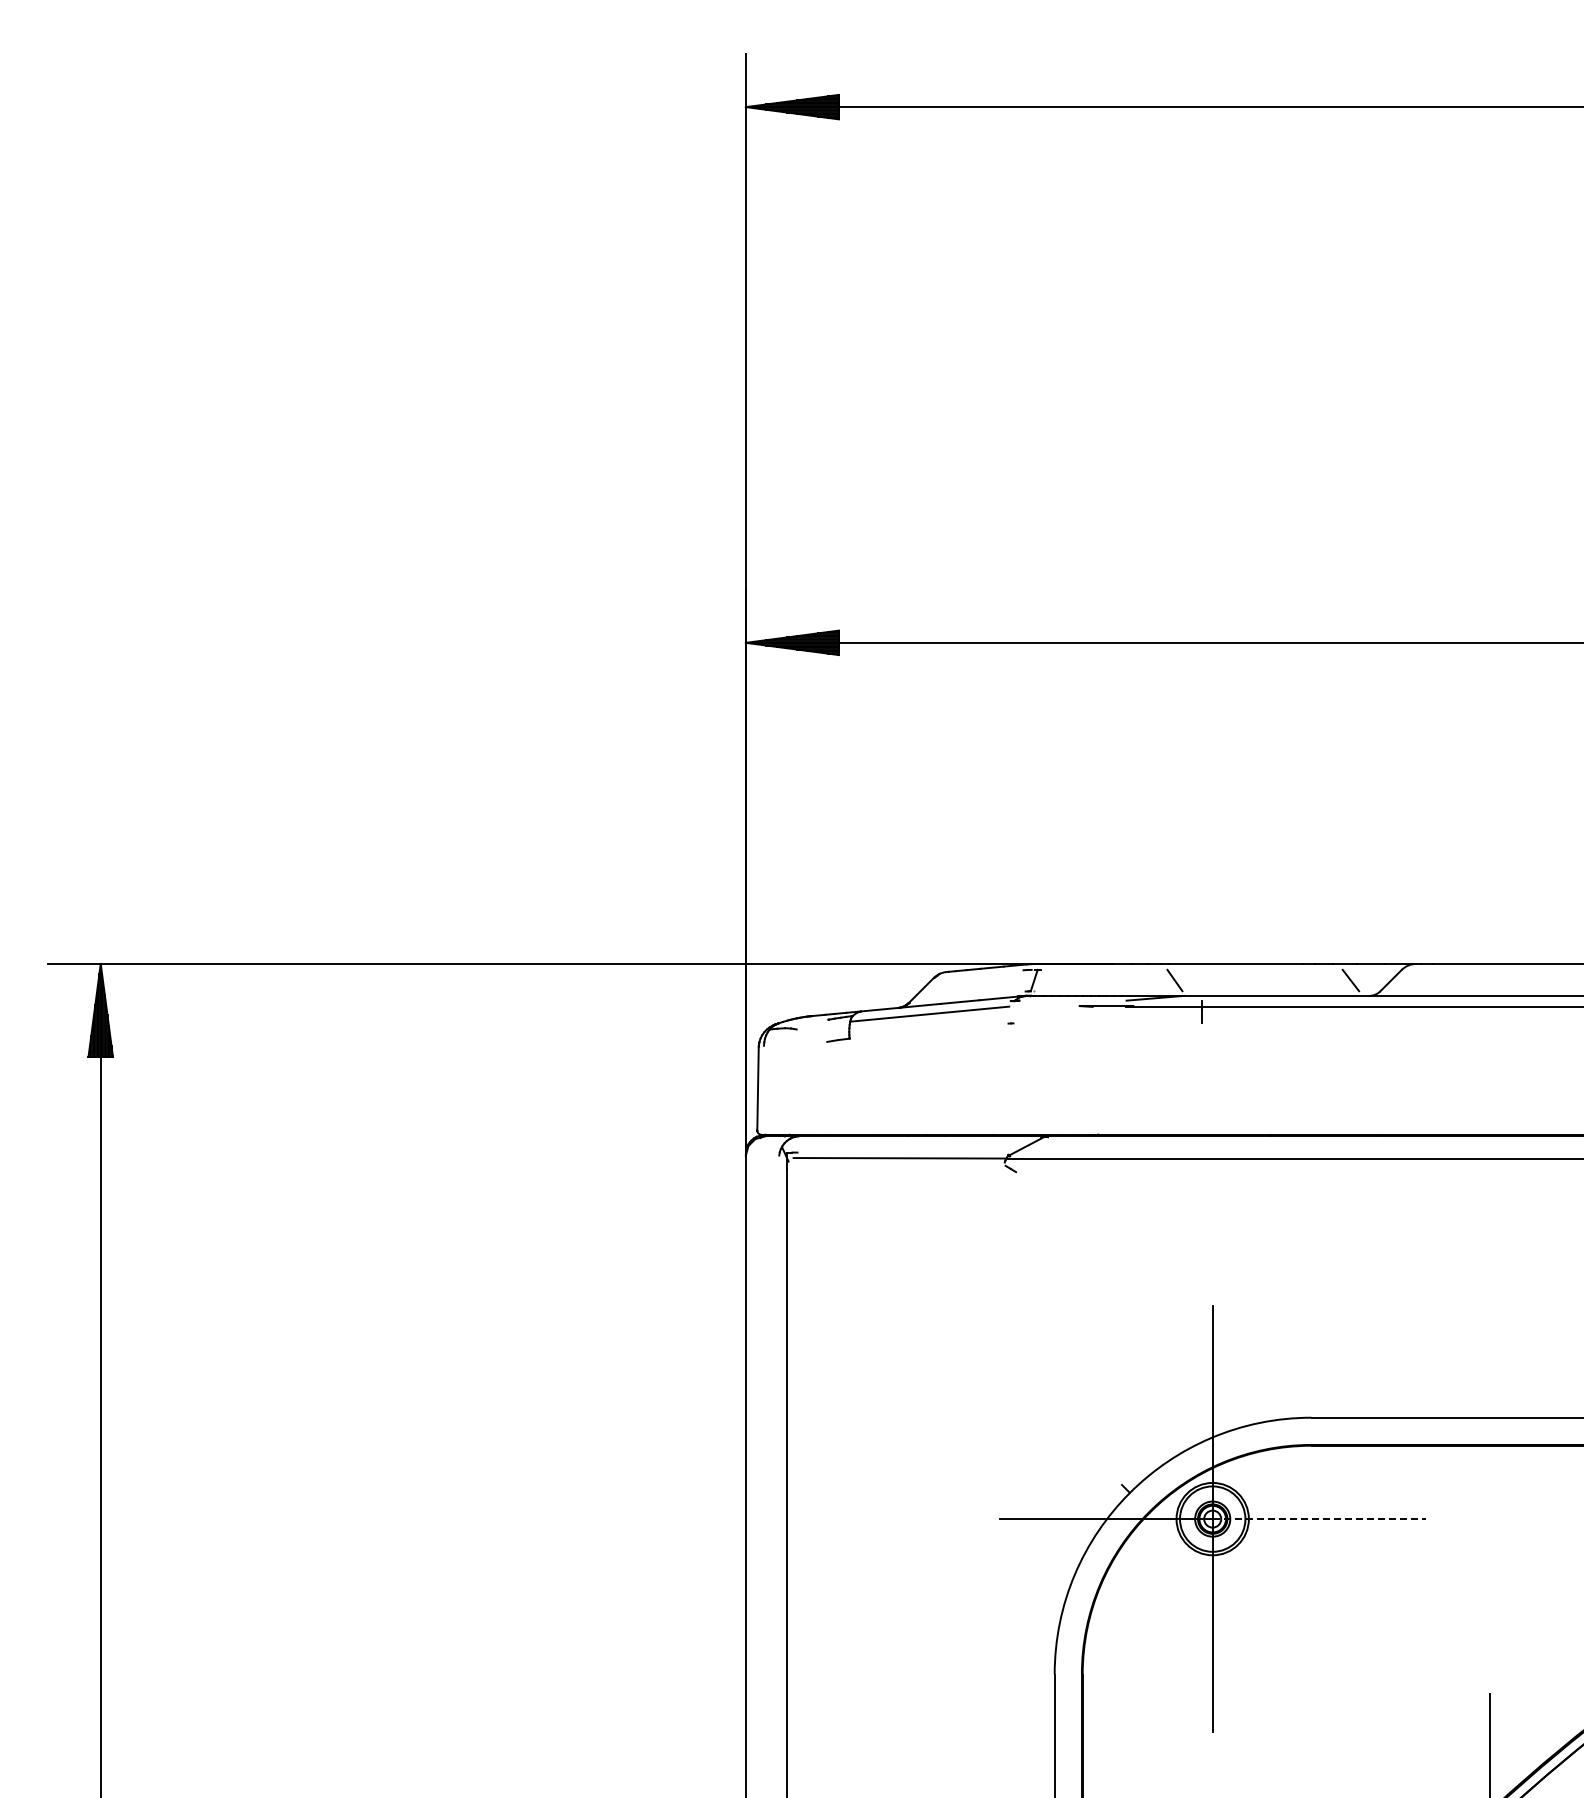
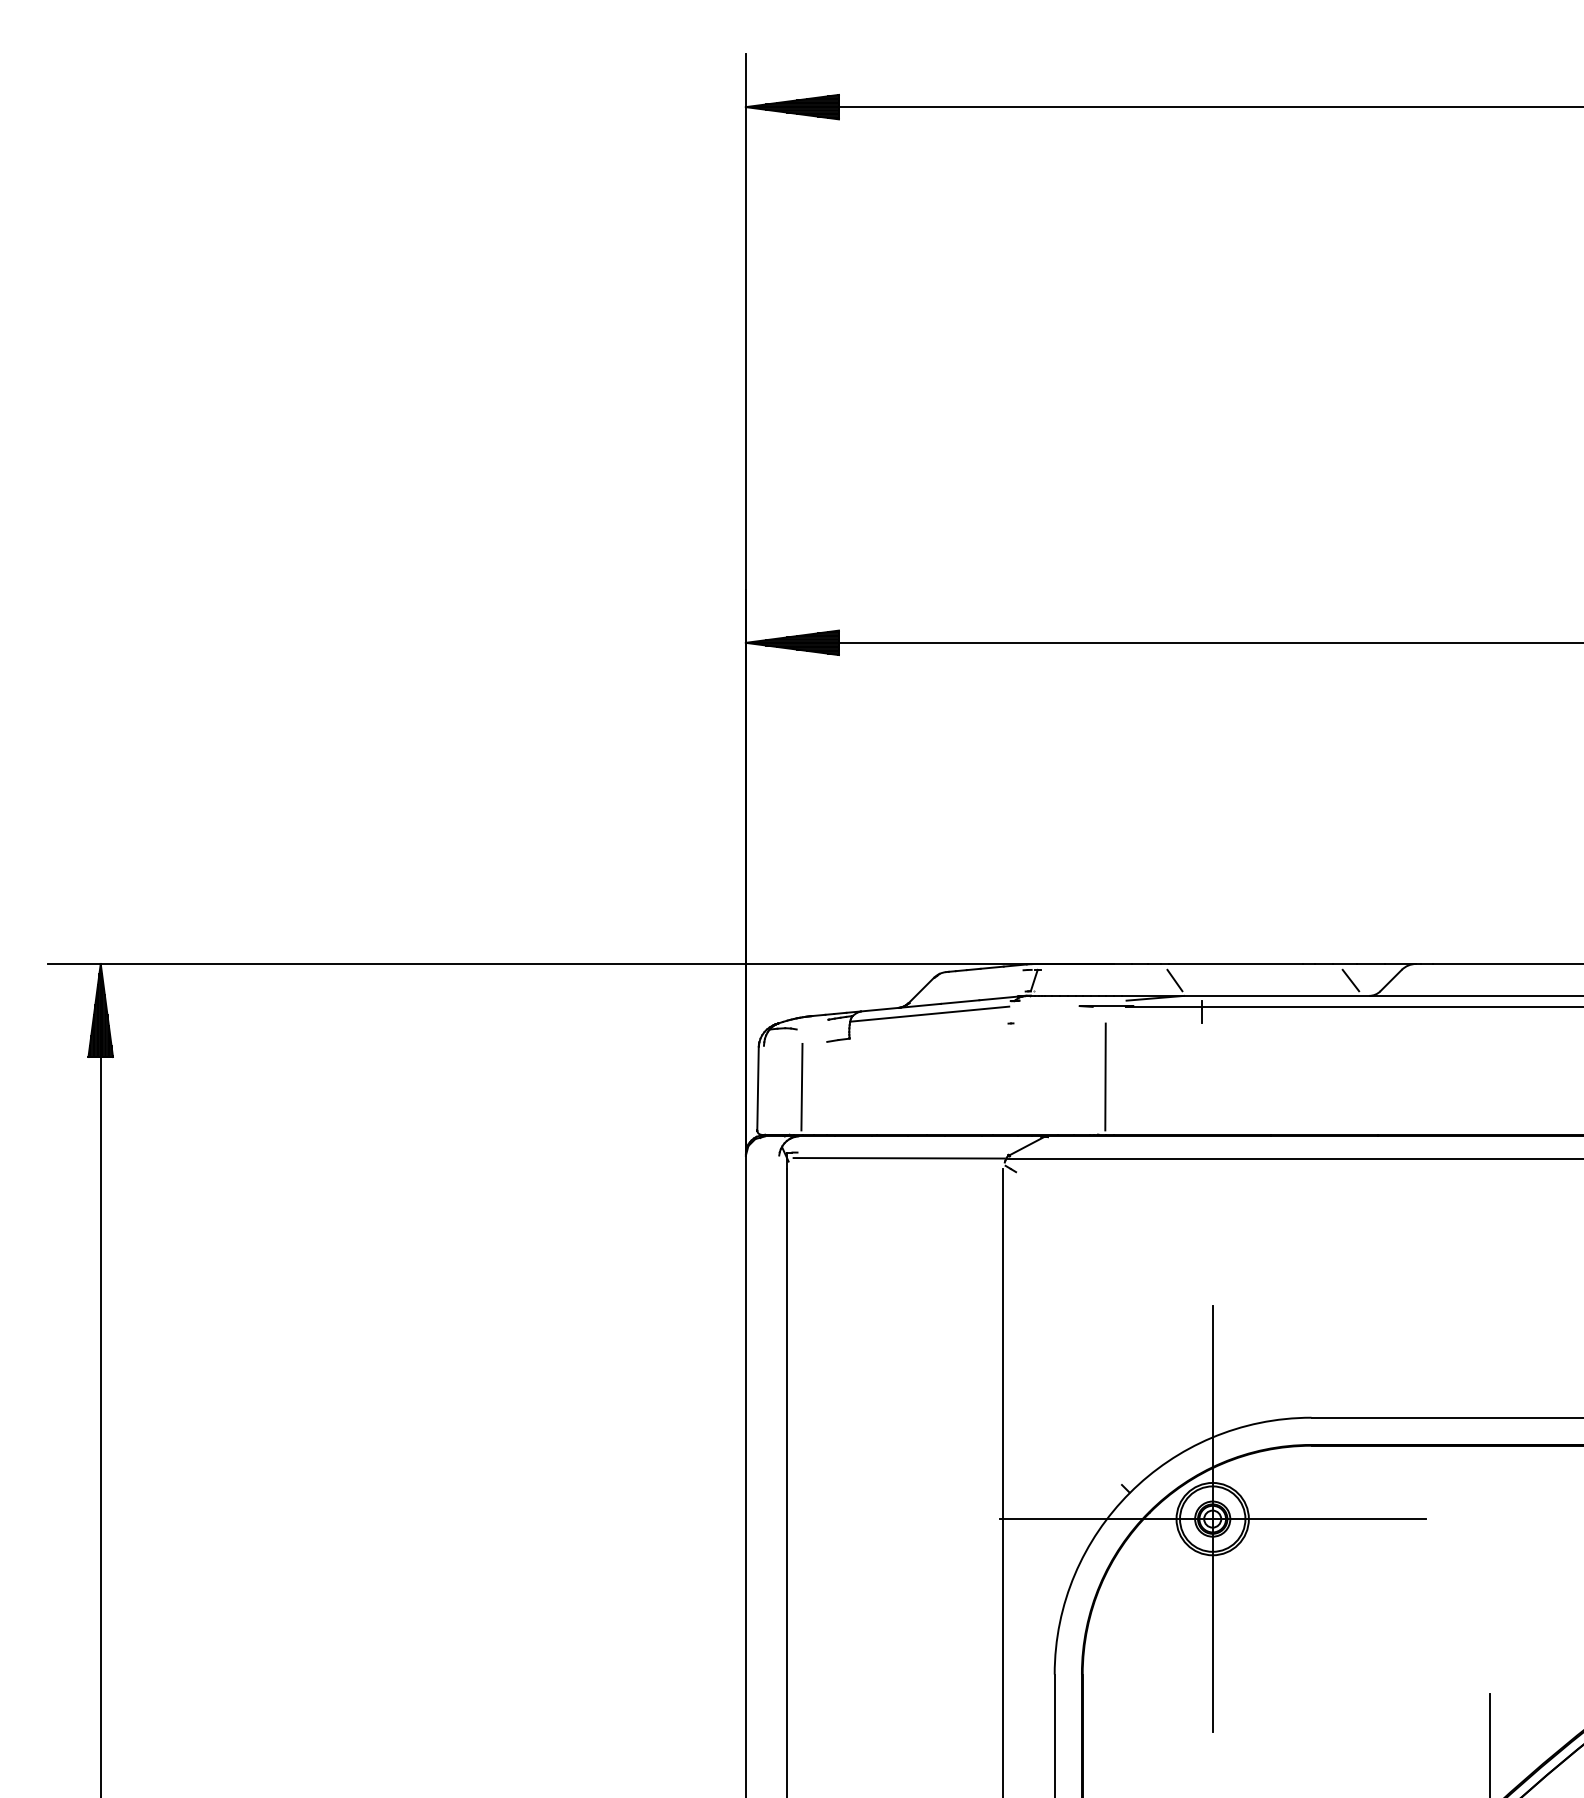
line at (1105, 1076): none -> present
line at (801, 1086): none -> present
line at (1003, 1481): none -> present
line at (1319, 1519): dashed -> solid
